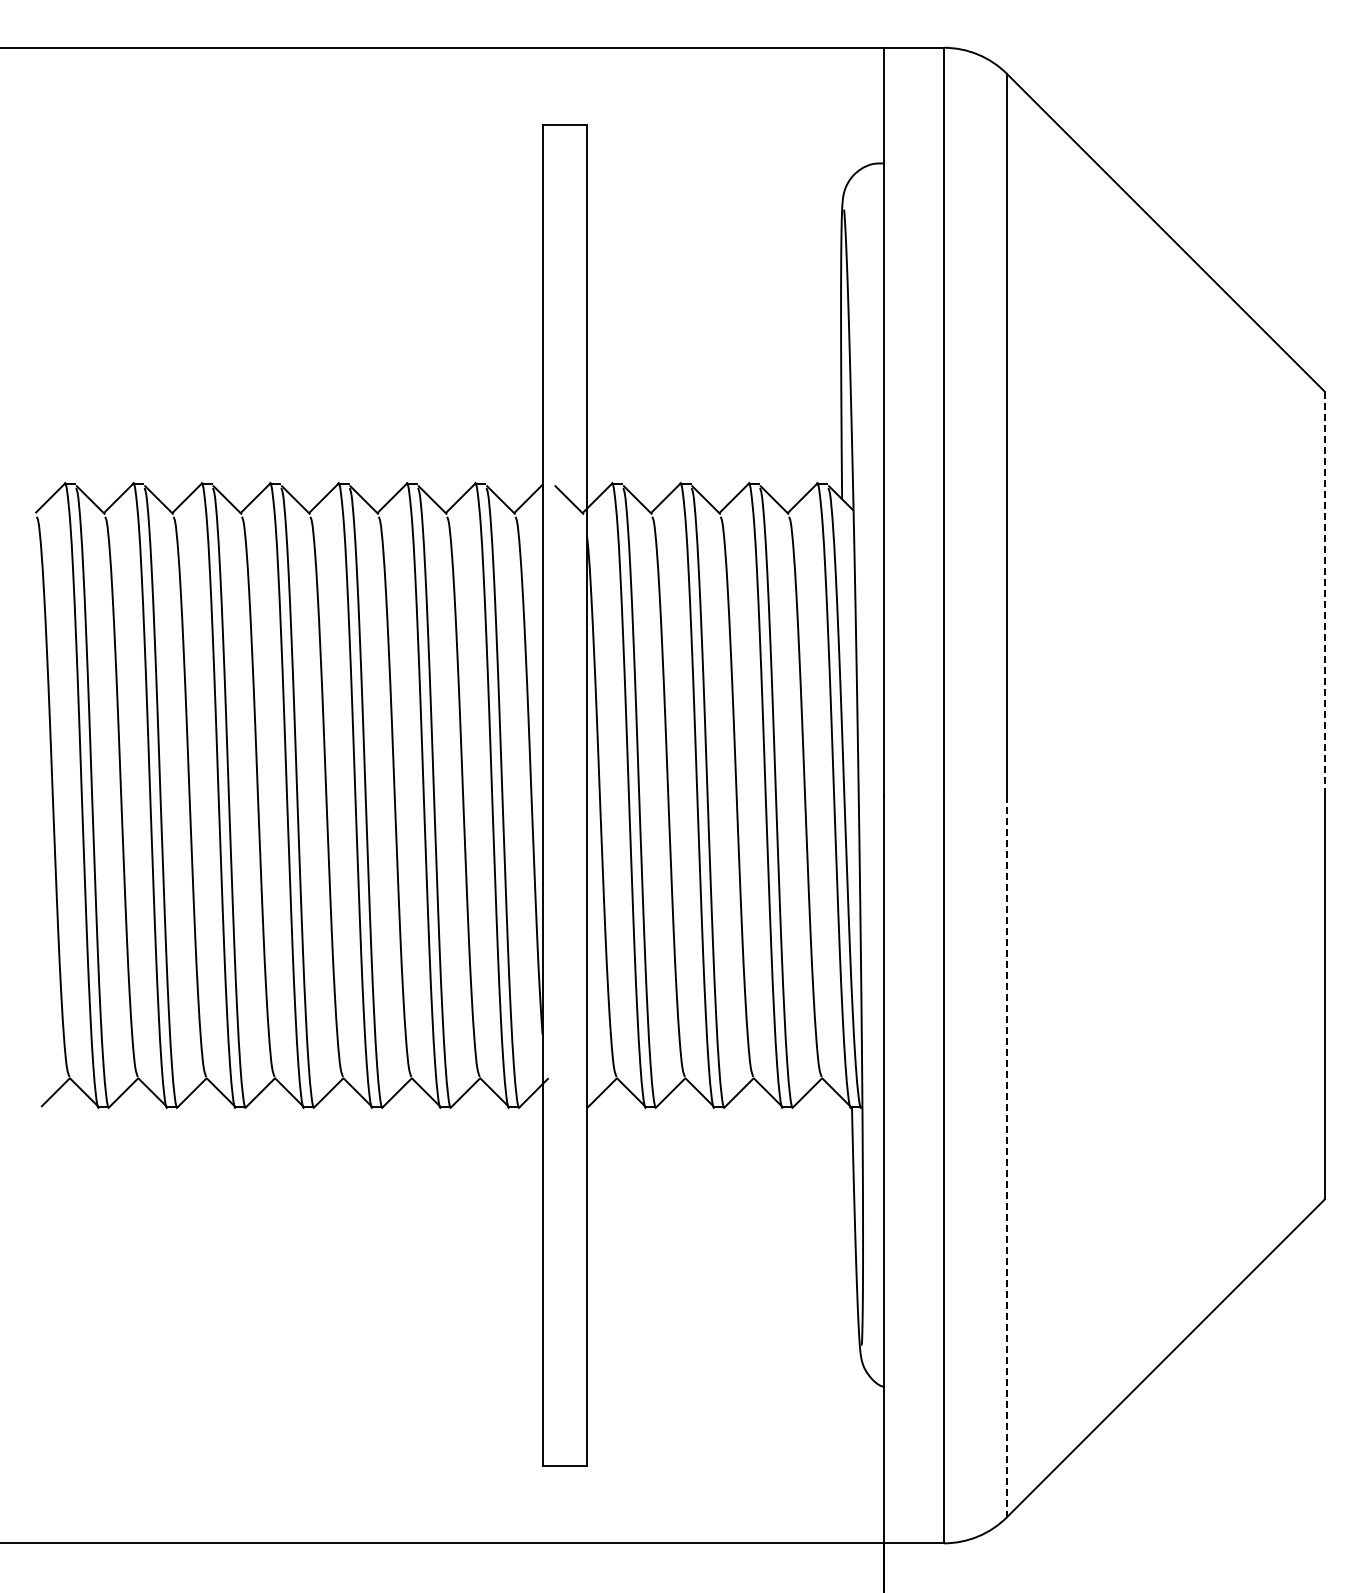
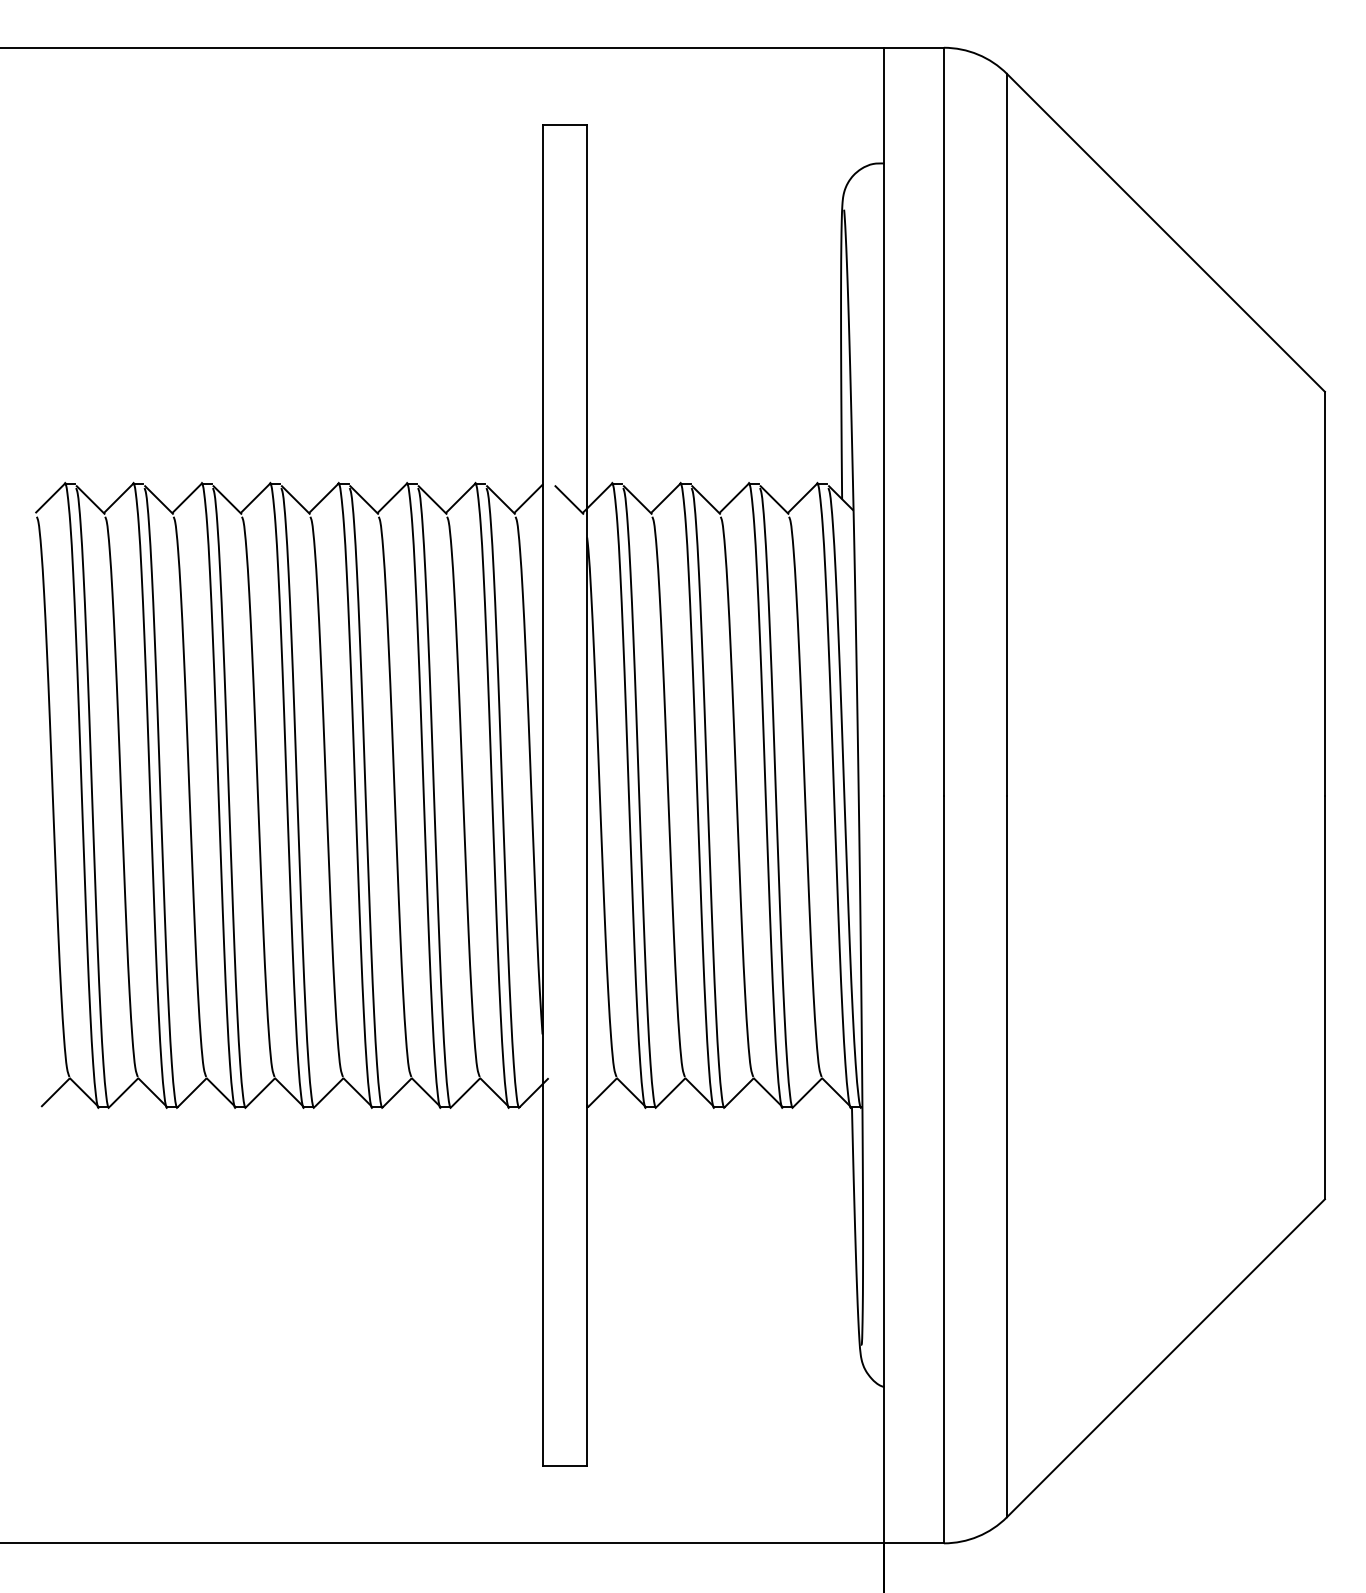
line at (1324, 593): dashed -> solid
line at (1007, 1156): dashed -> solid
